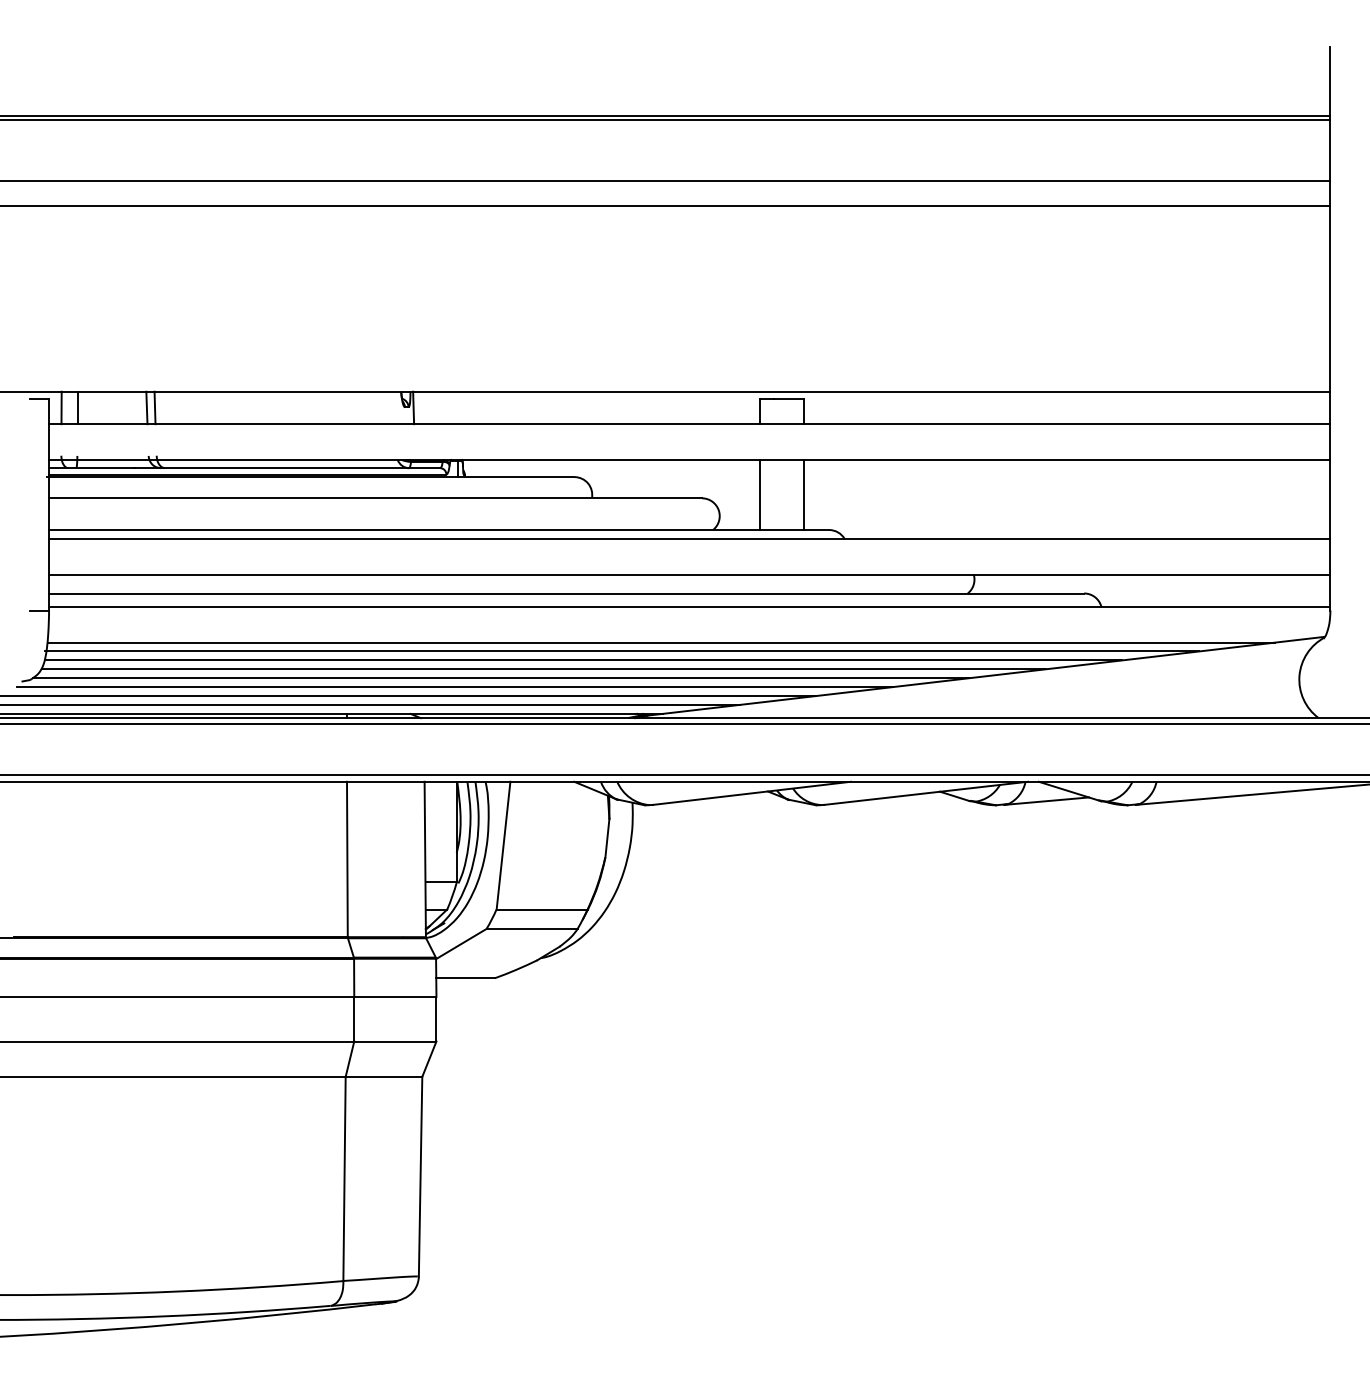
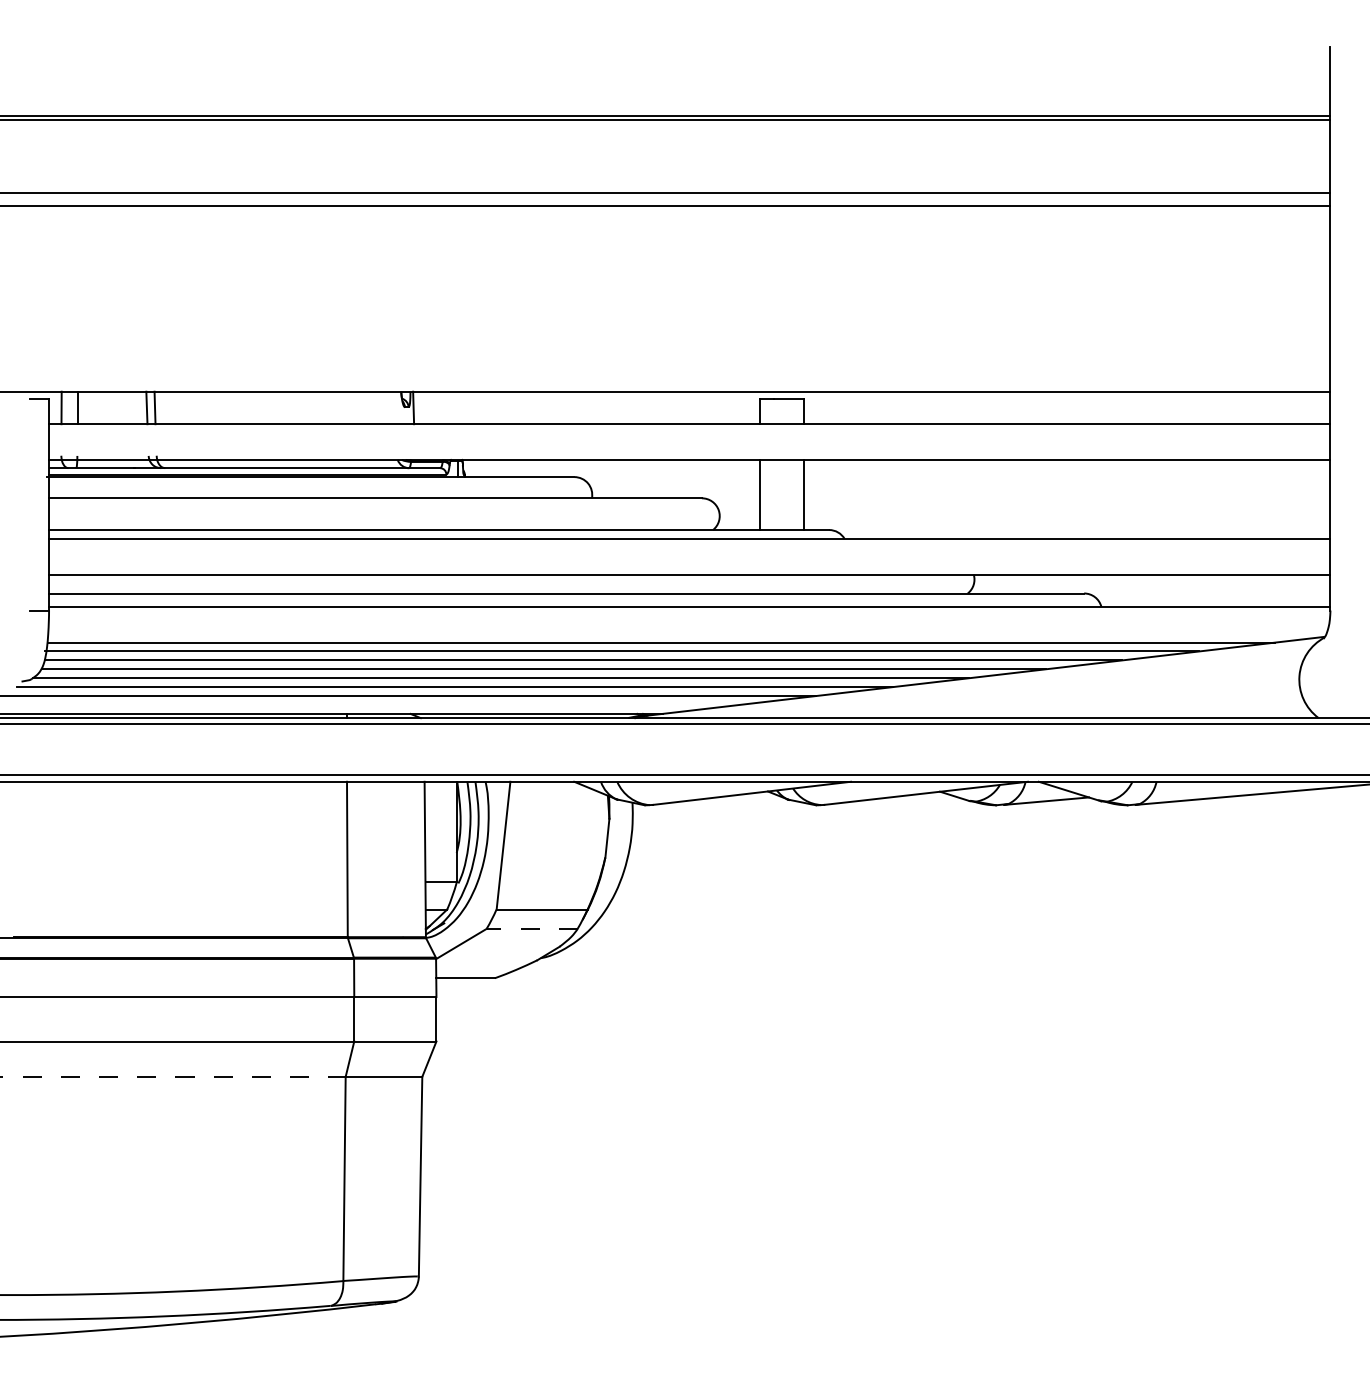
line at (666, 180) position: (666, 180) -> (666, 192)
line at (370, 704): present -> none
line at (531, 928): solid -> dashed
line at (172, 1076): solid -> dashed
